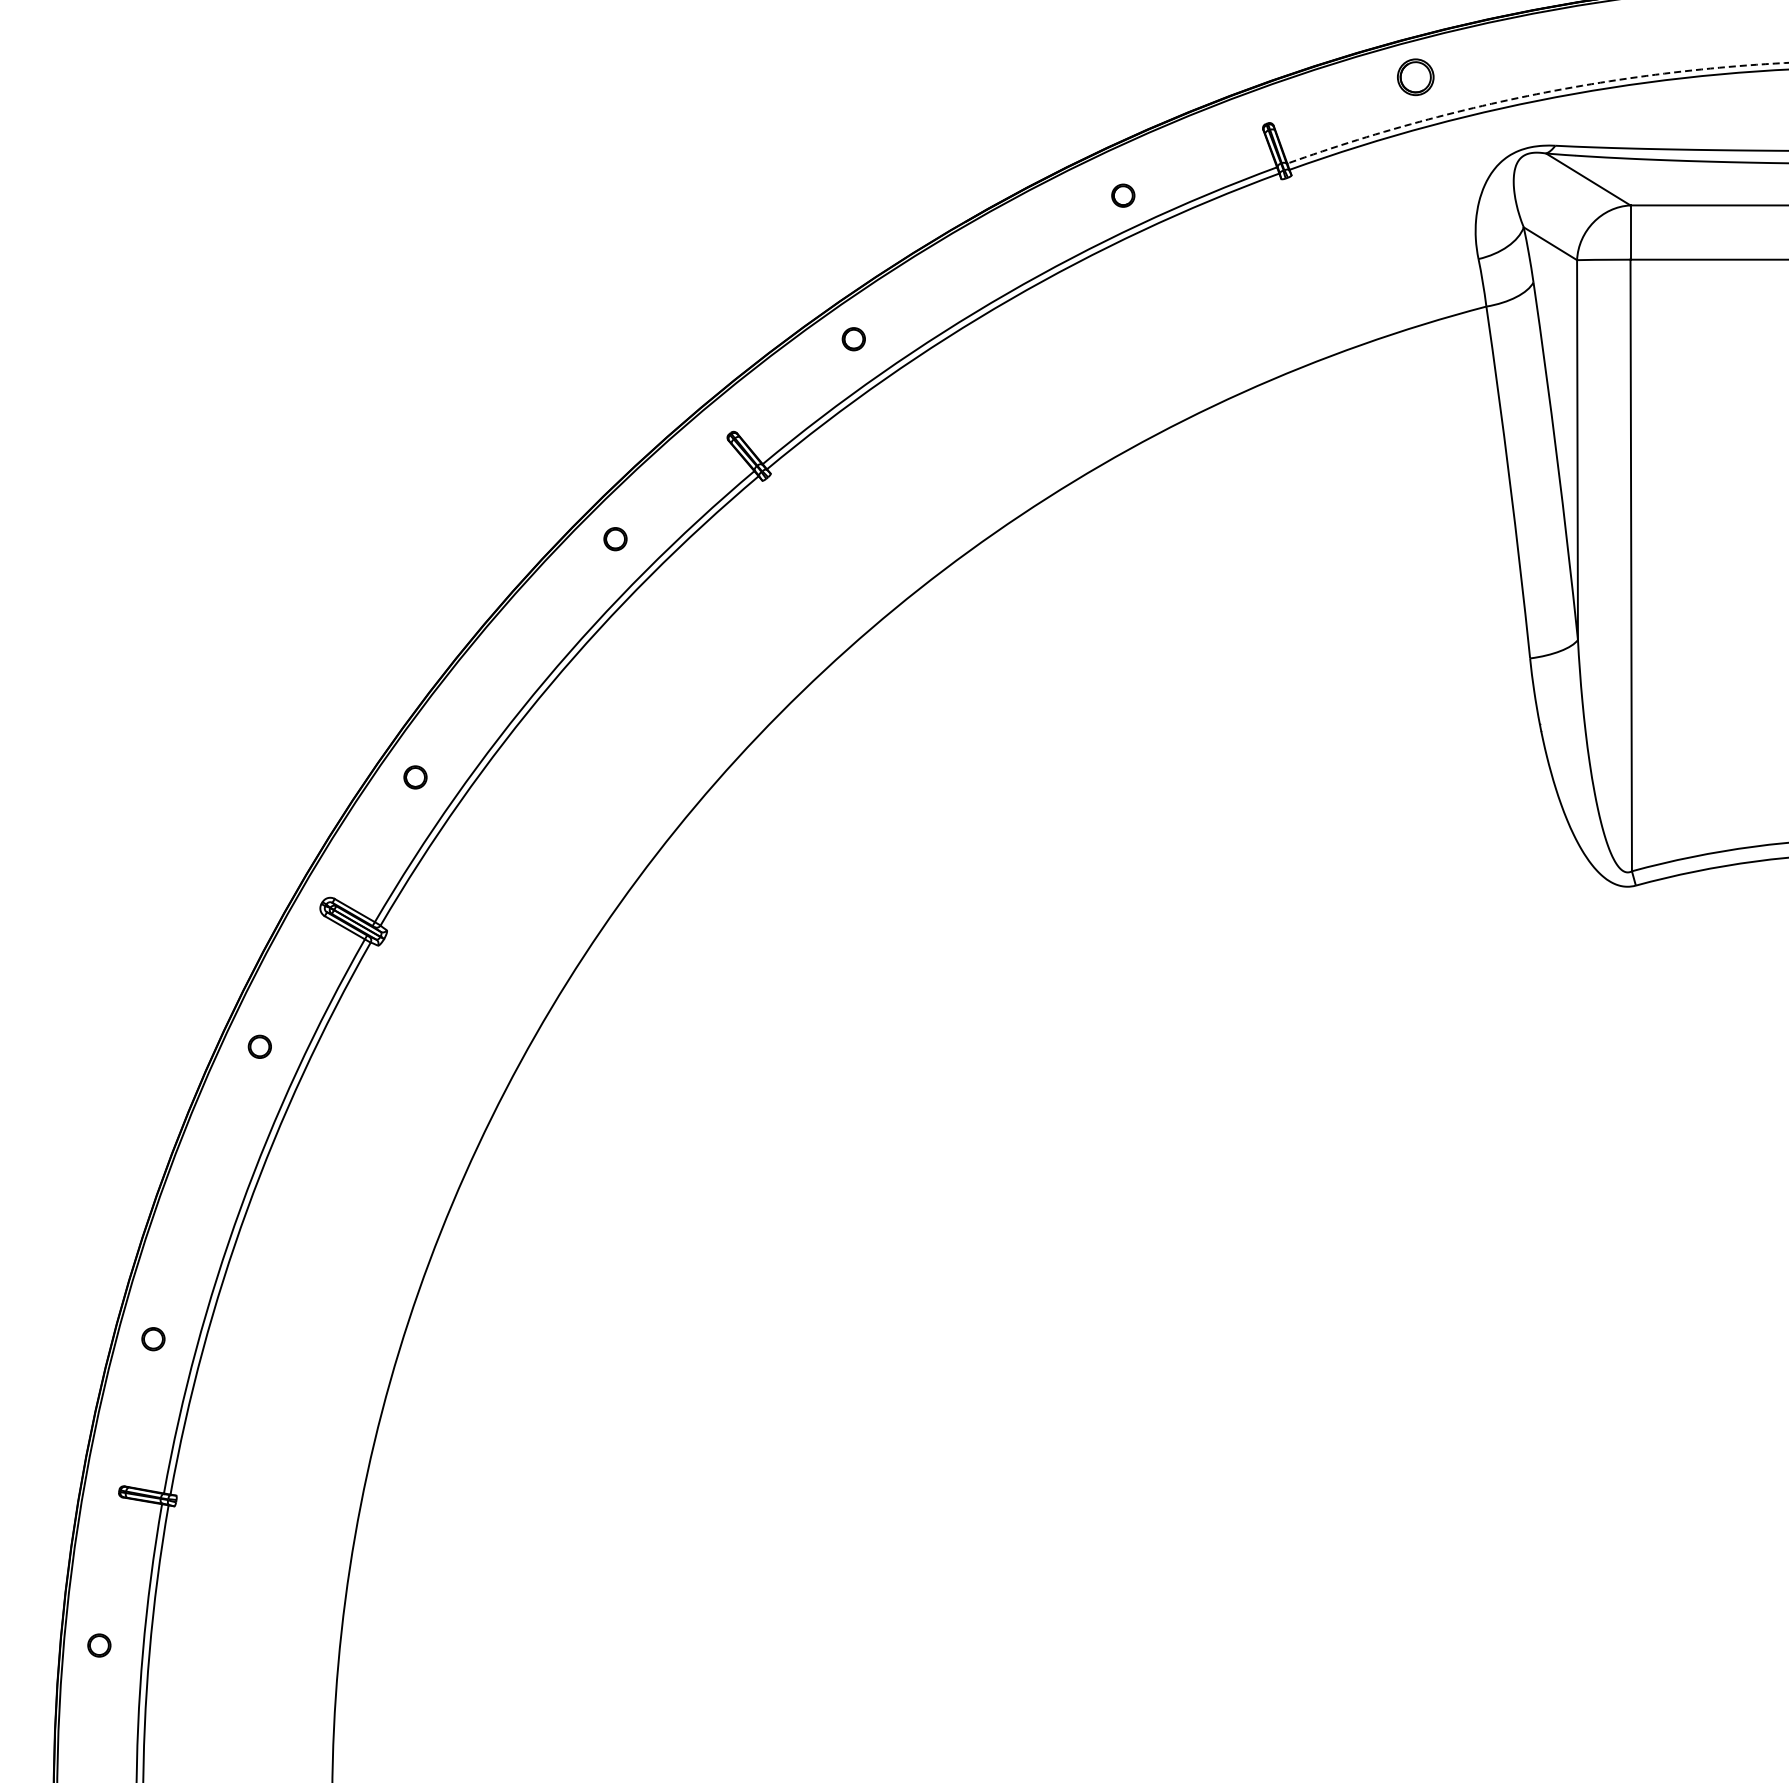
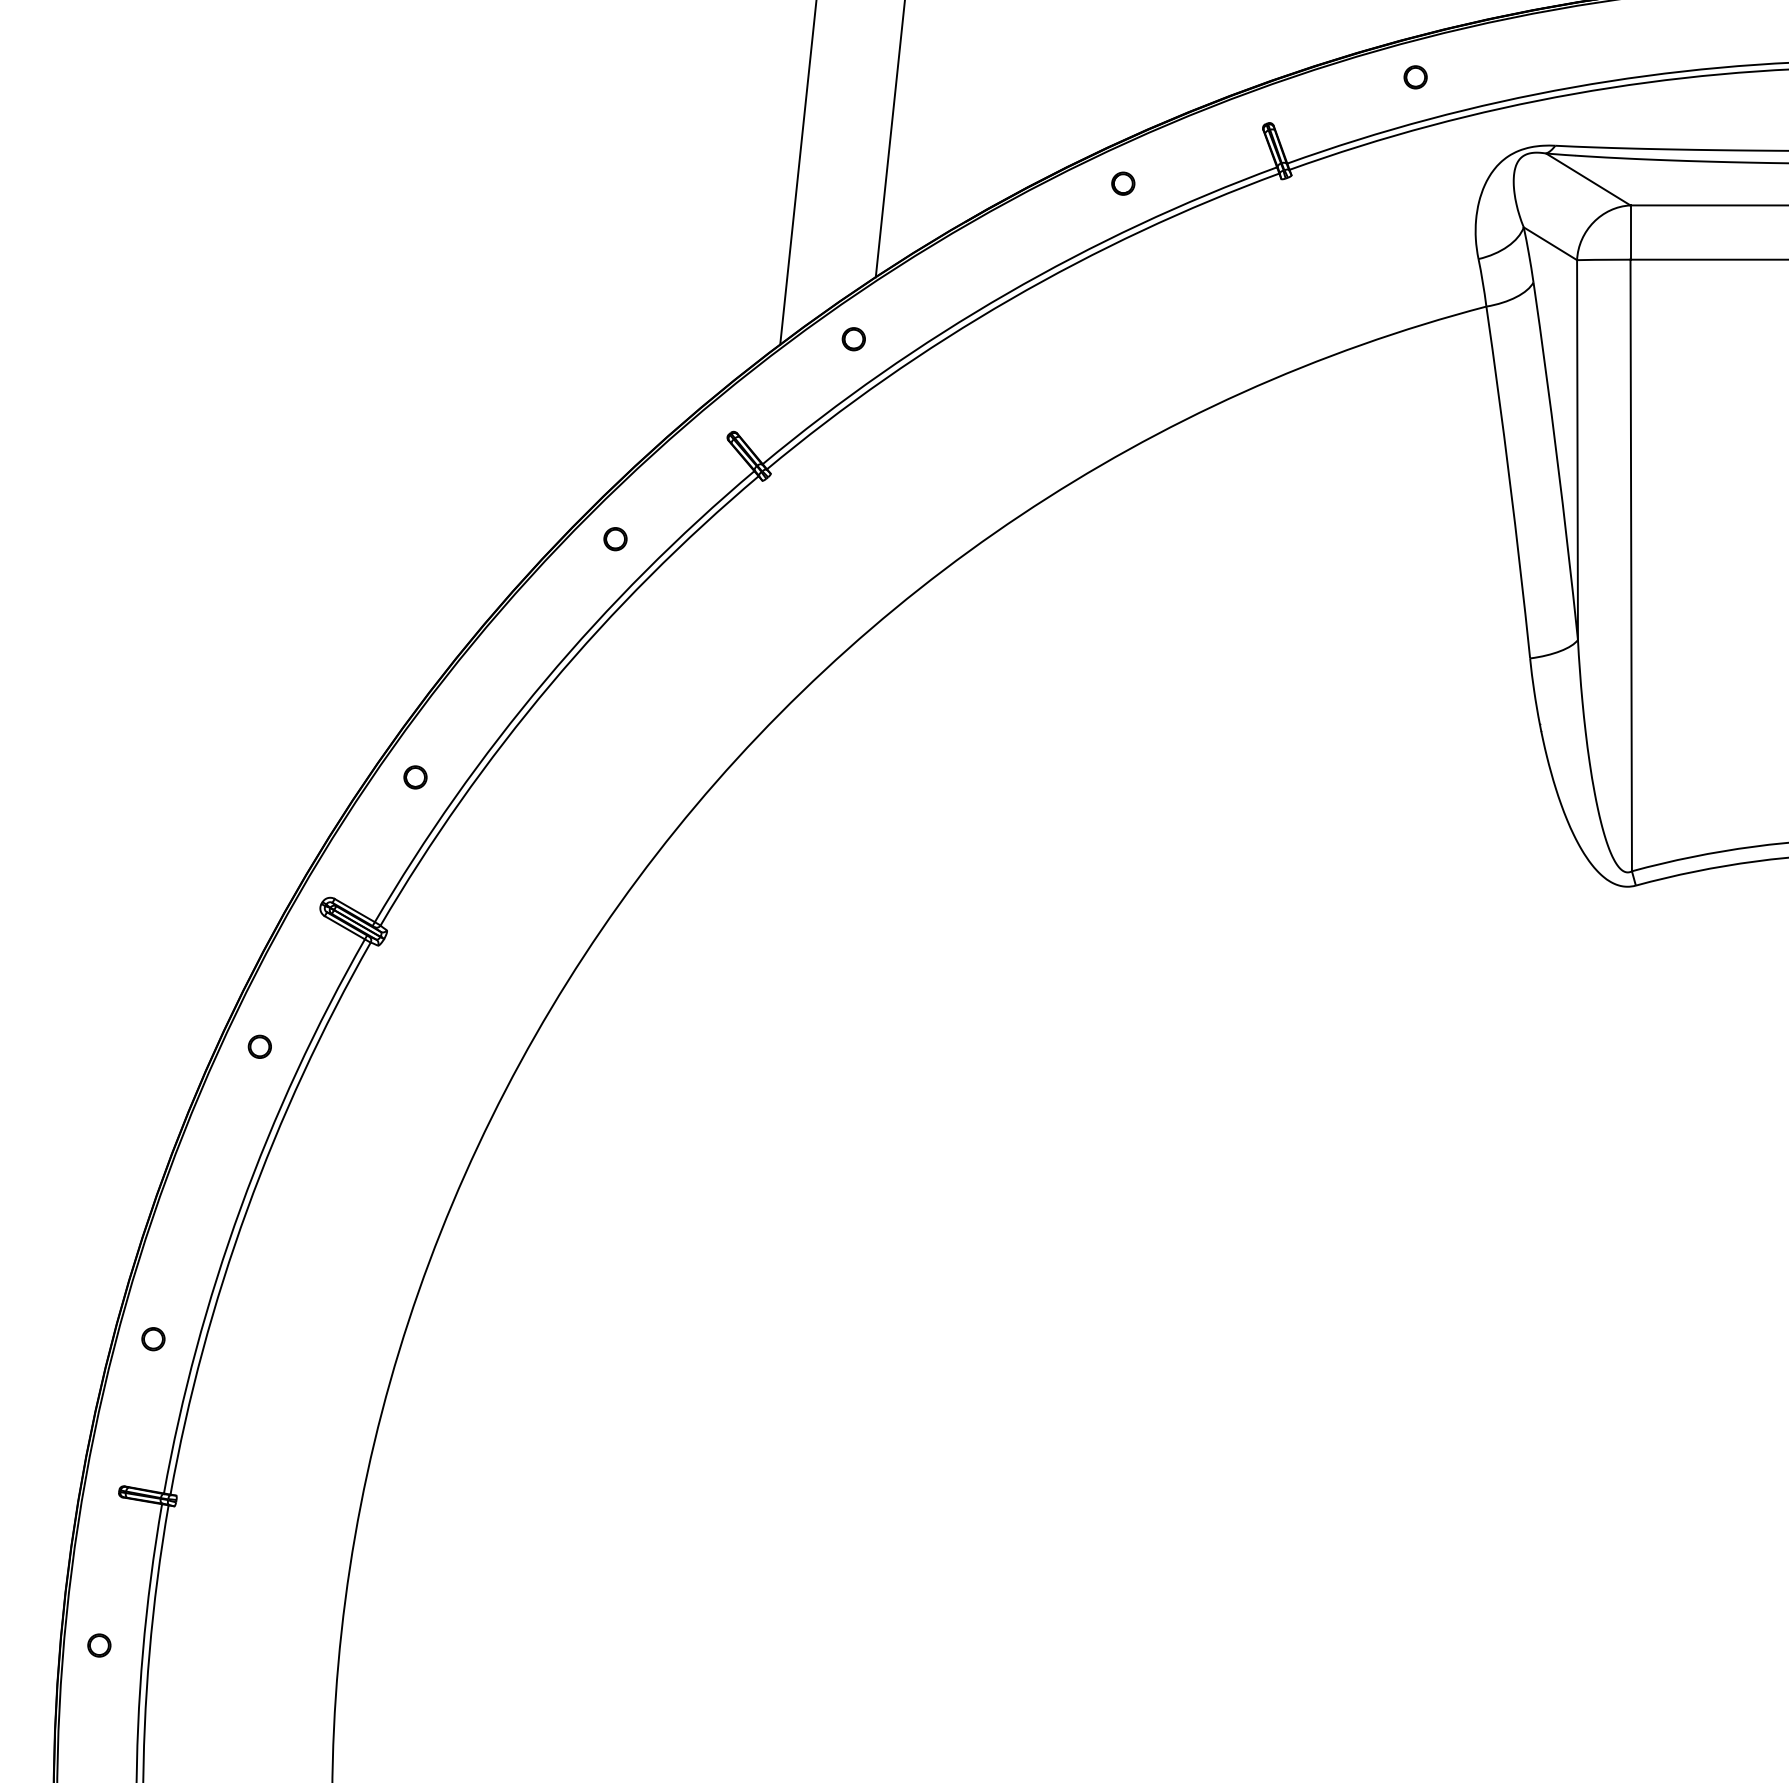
part at (1415, 77) size: 38x39 px -> 25x25 px
arc at (1533, 94): dashed -> solid
line at (889, 139): none -> present
line at (798, 173): none -> present
part at (1123, 195) position: (1123, 195) -> (1123, 183)
